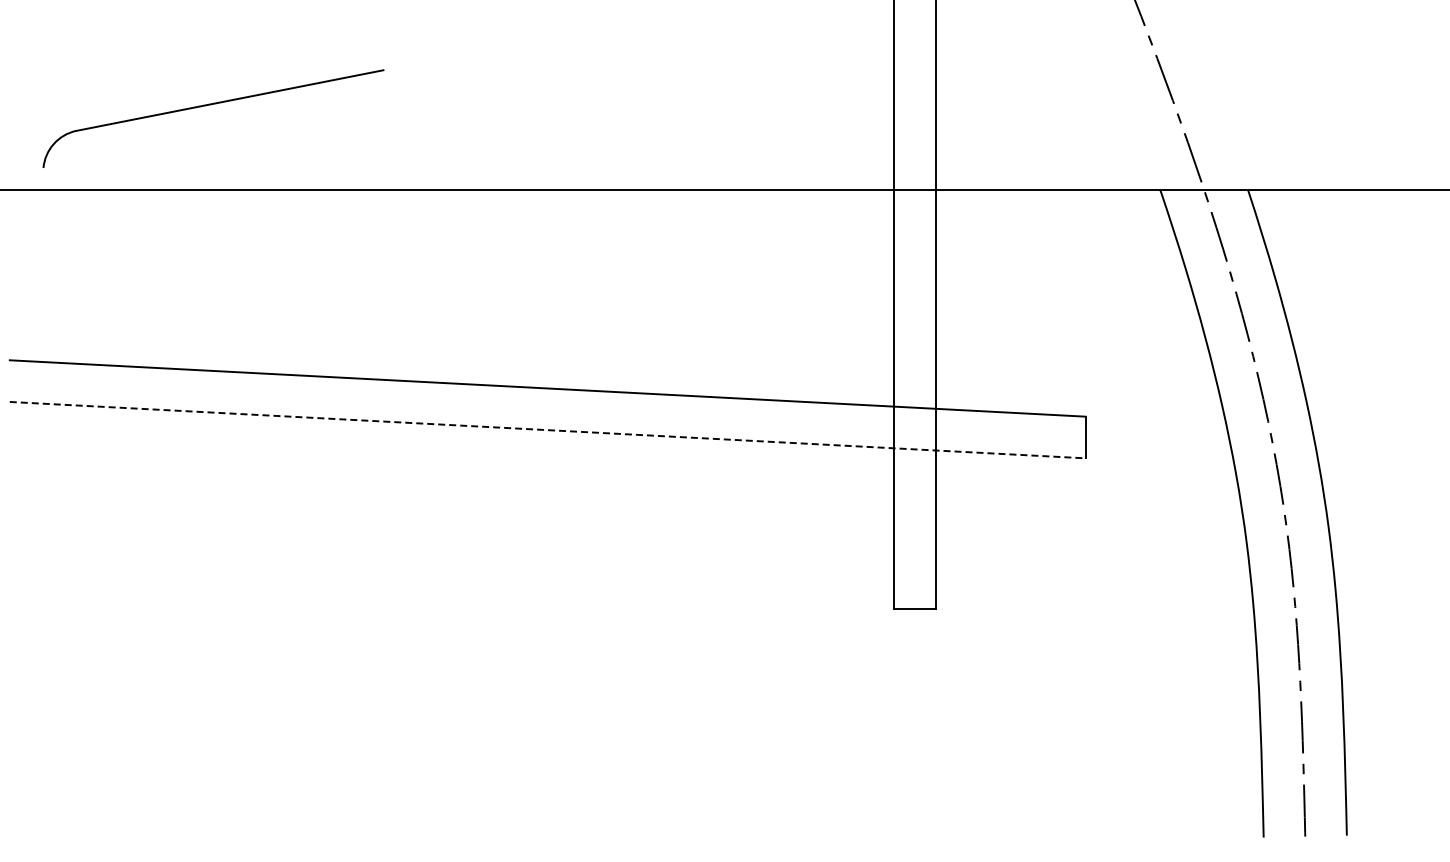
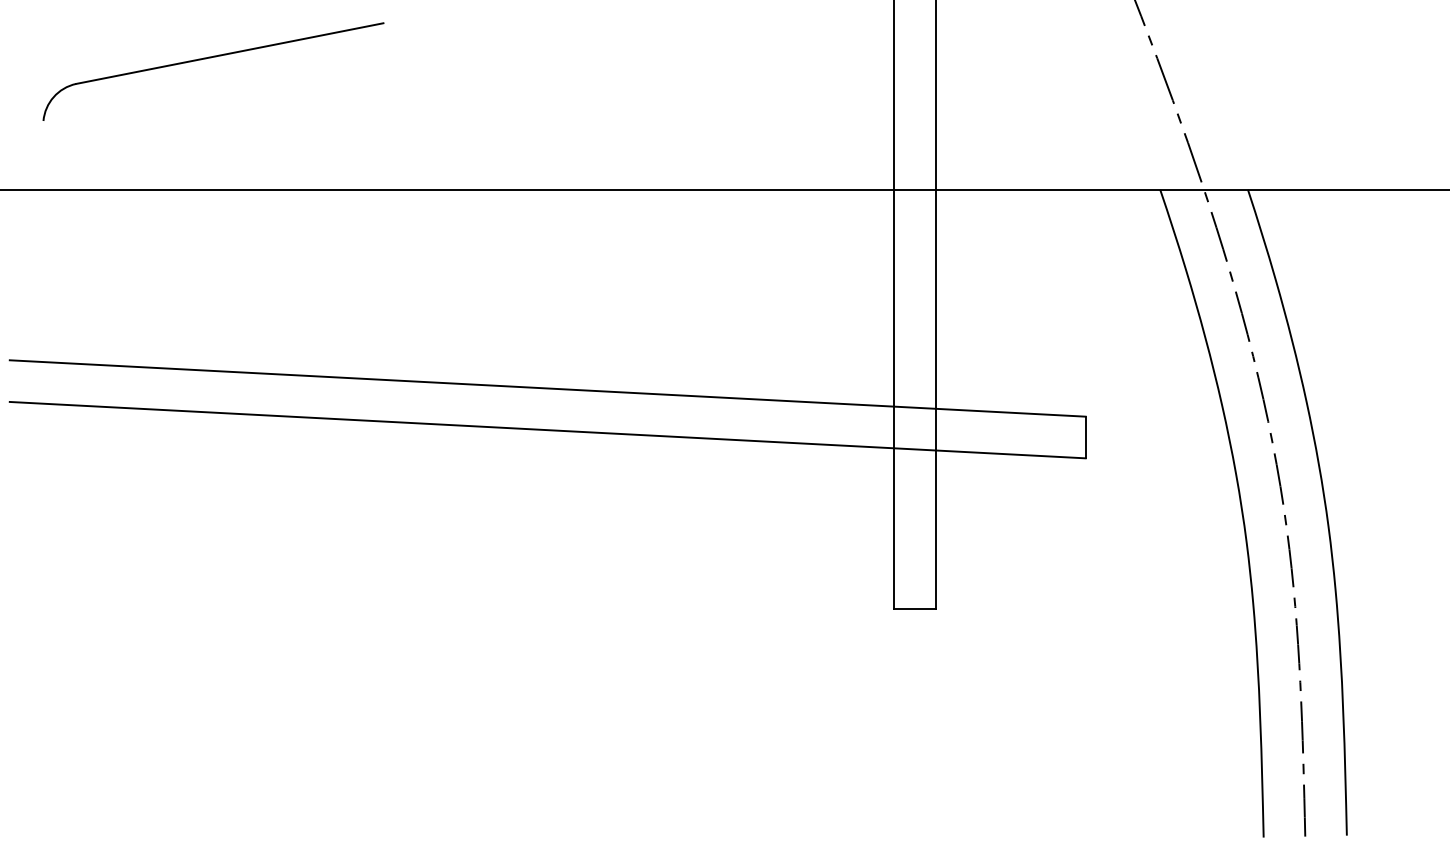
part at (211, 105) position: (211, 105) -> (211, 58)
line at (547, 430): dashed -> solid
